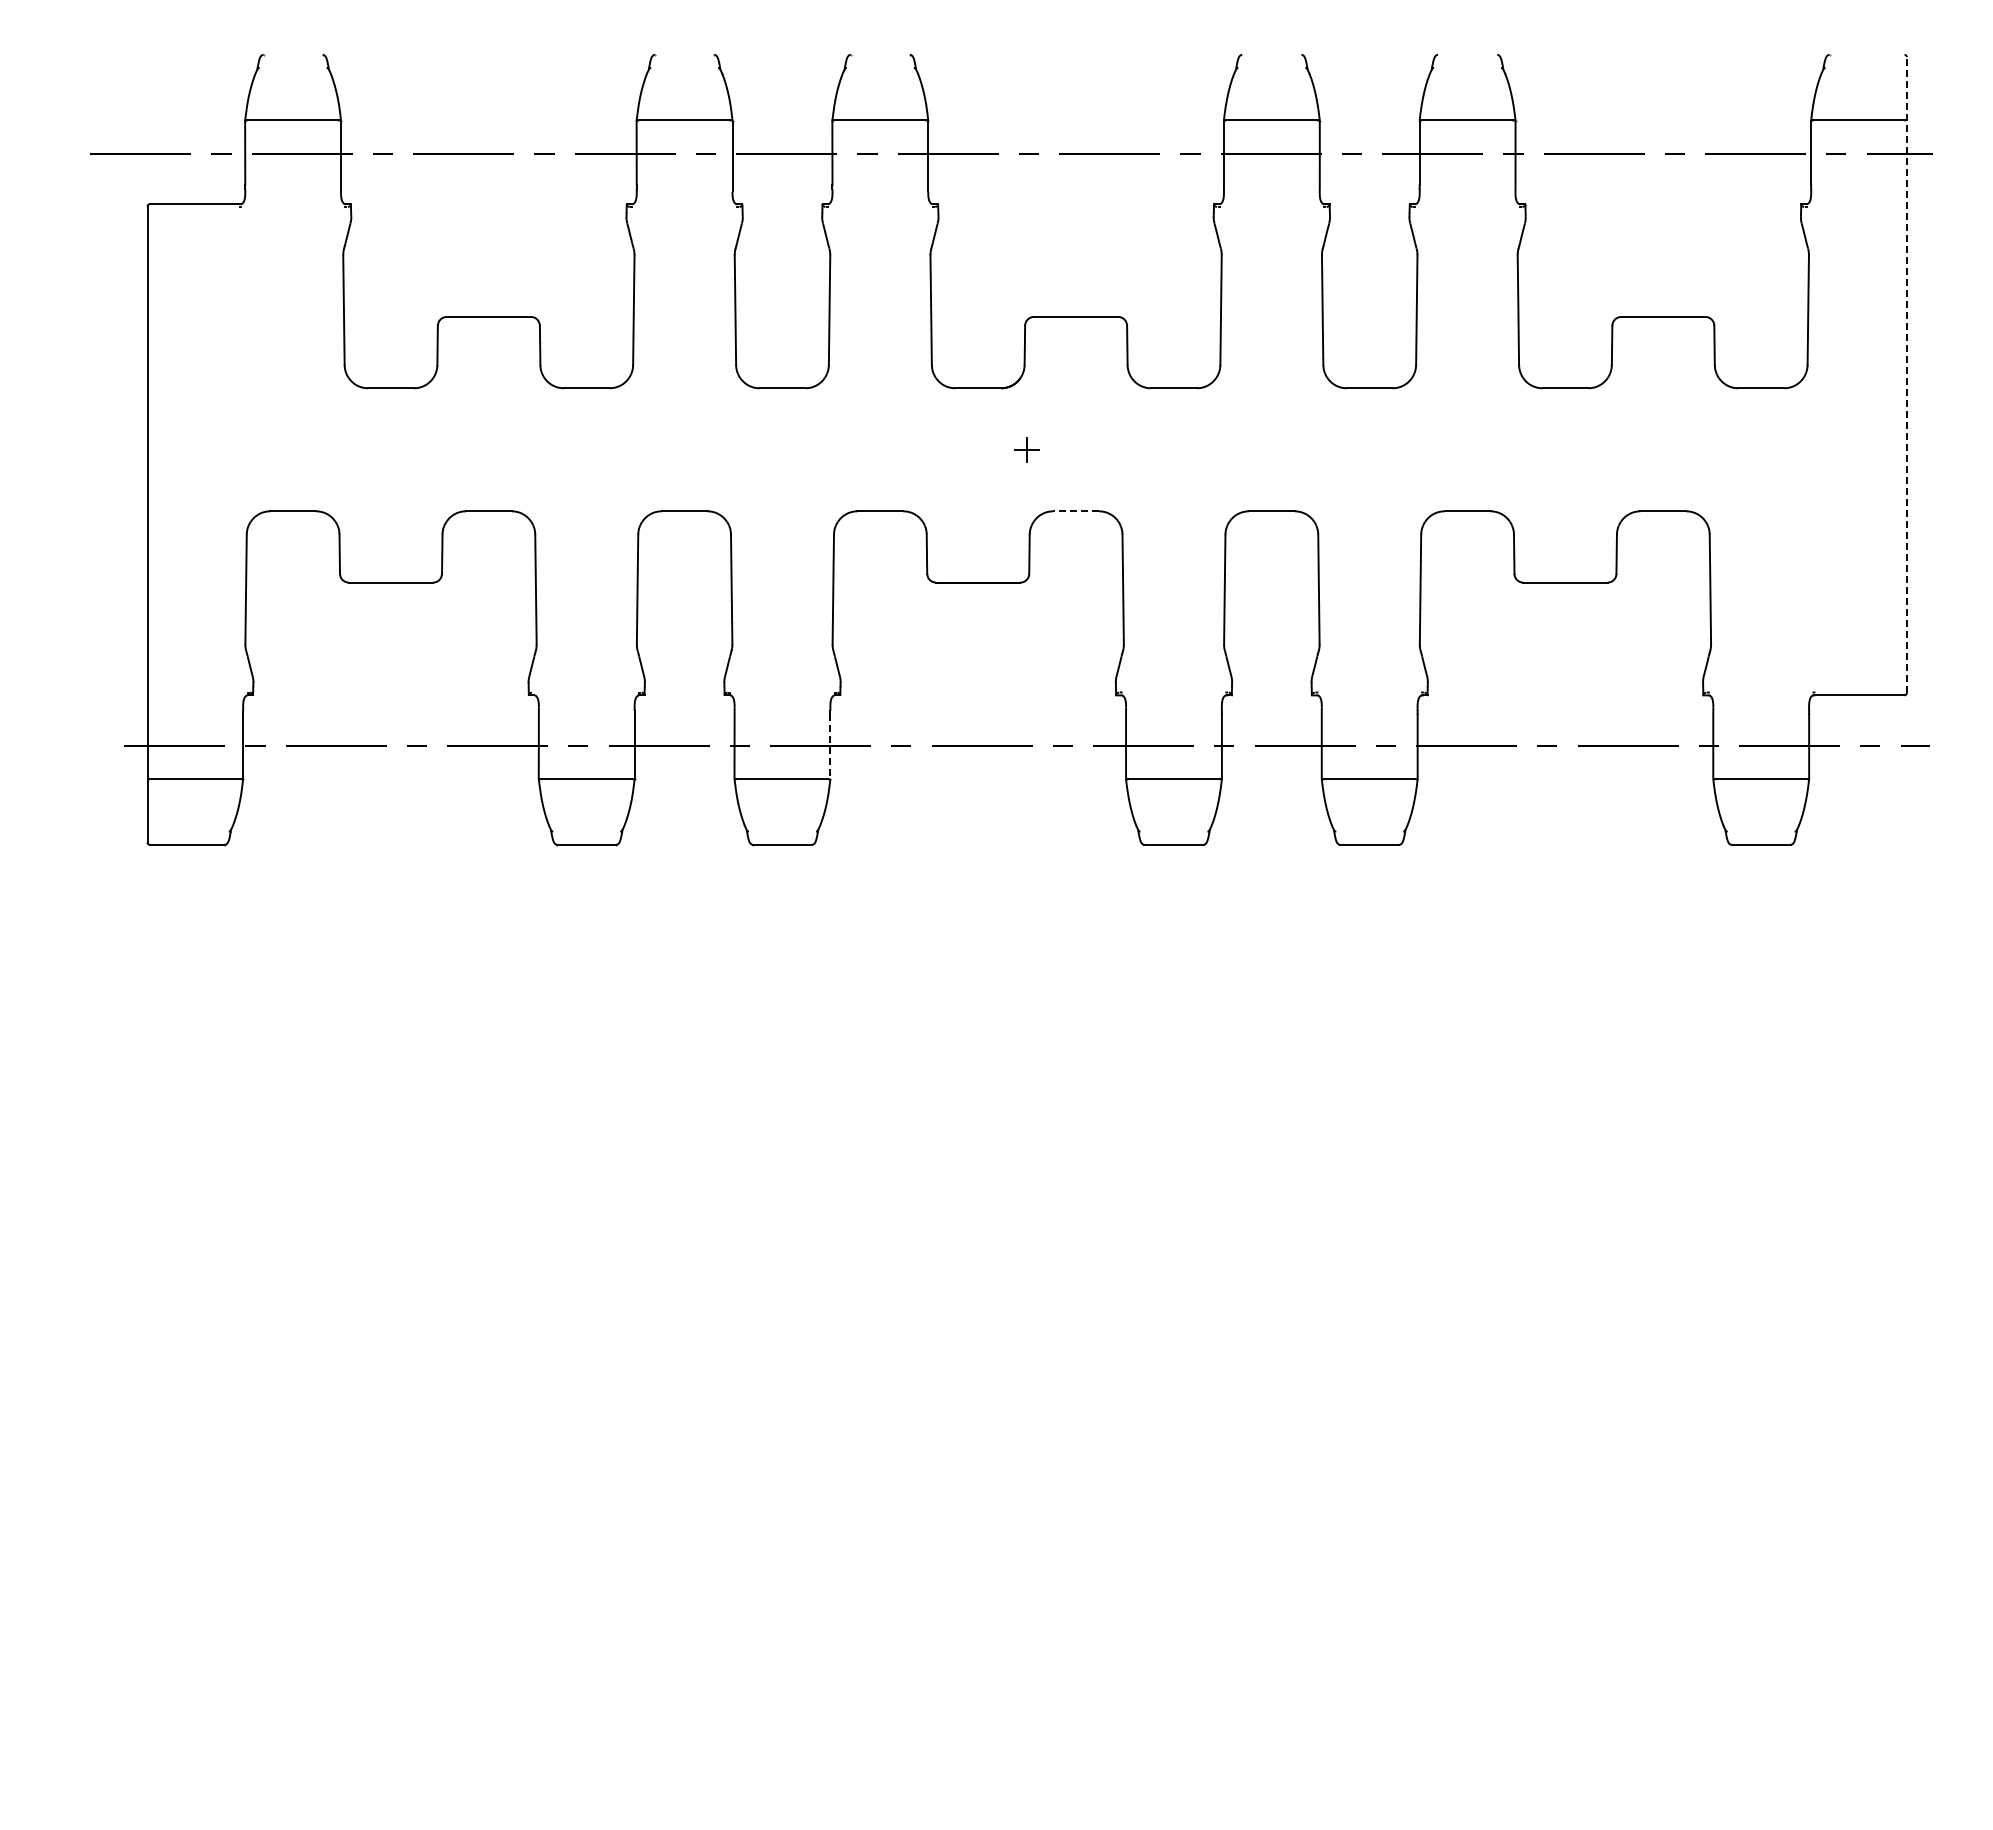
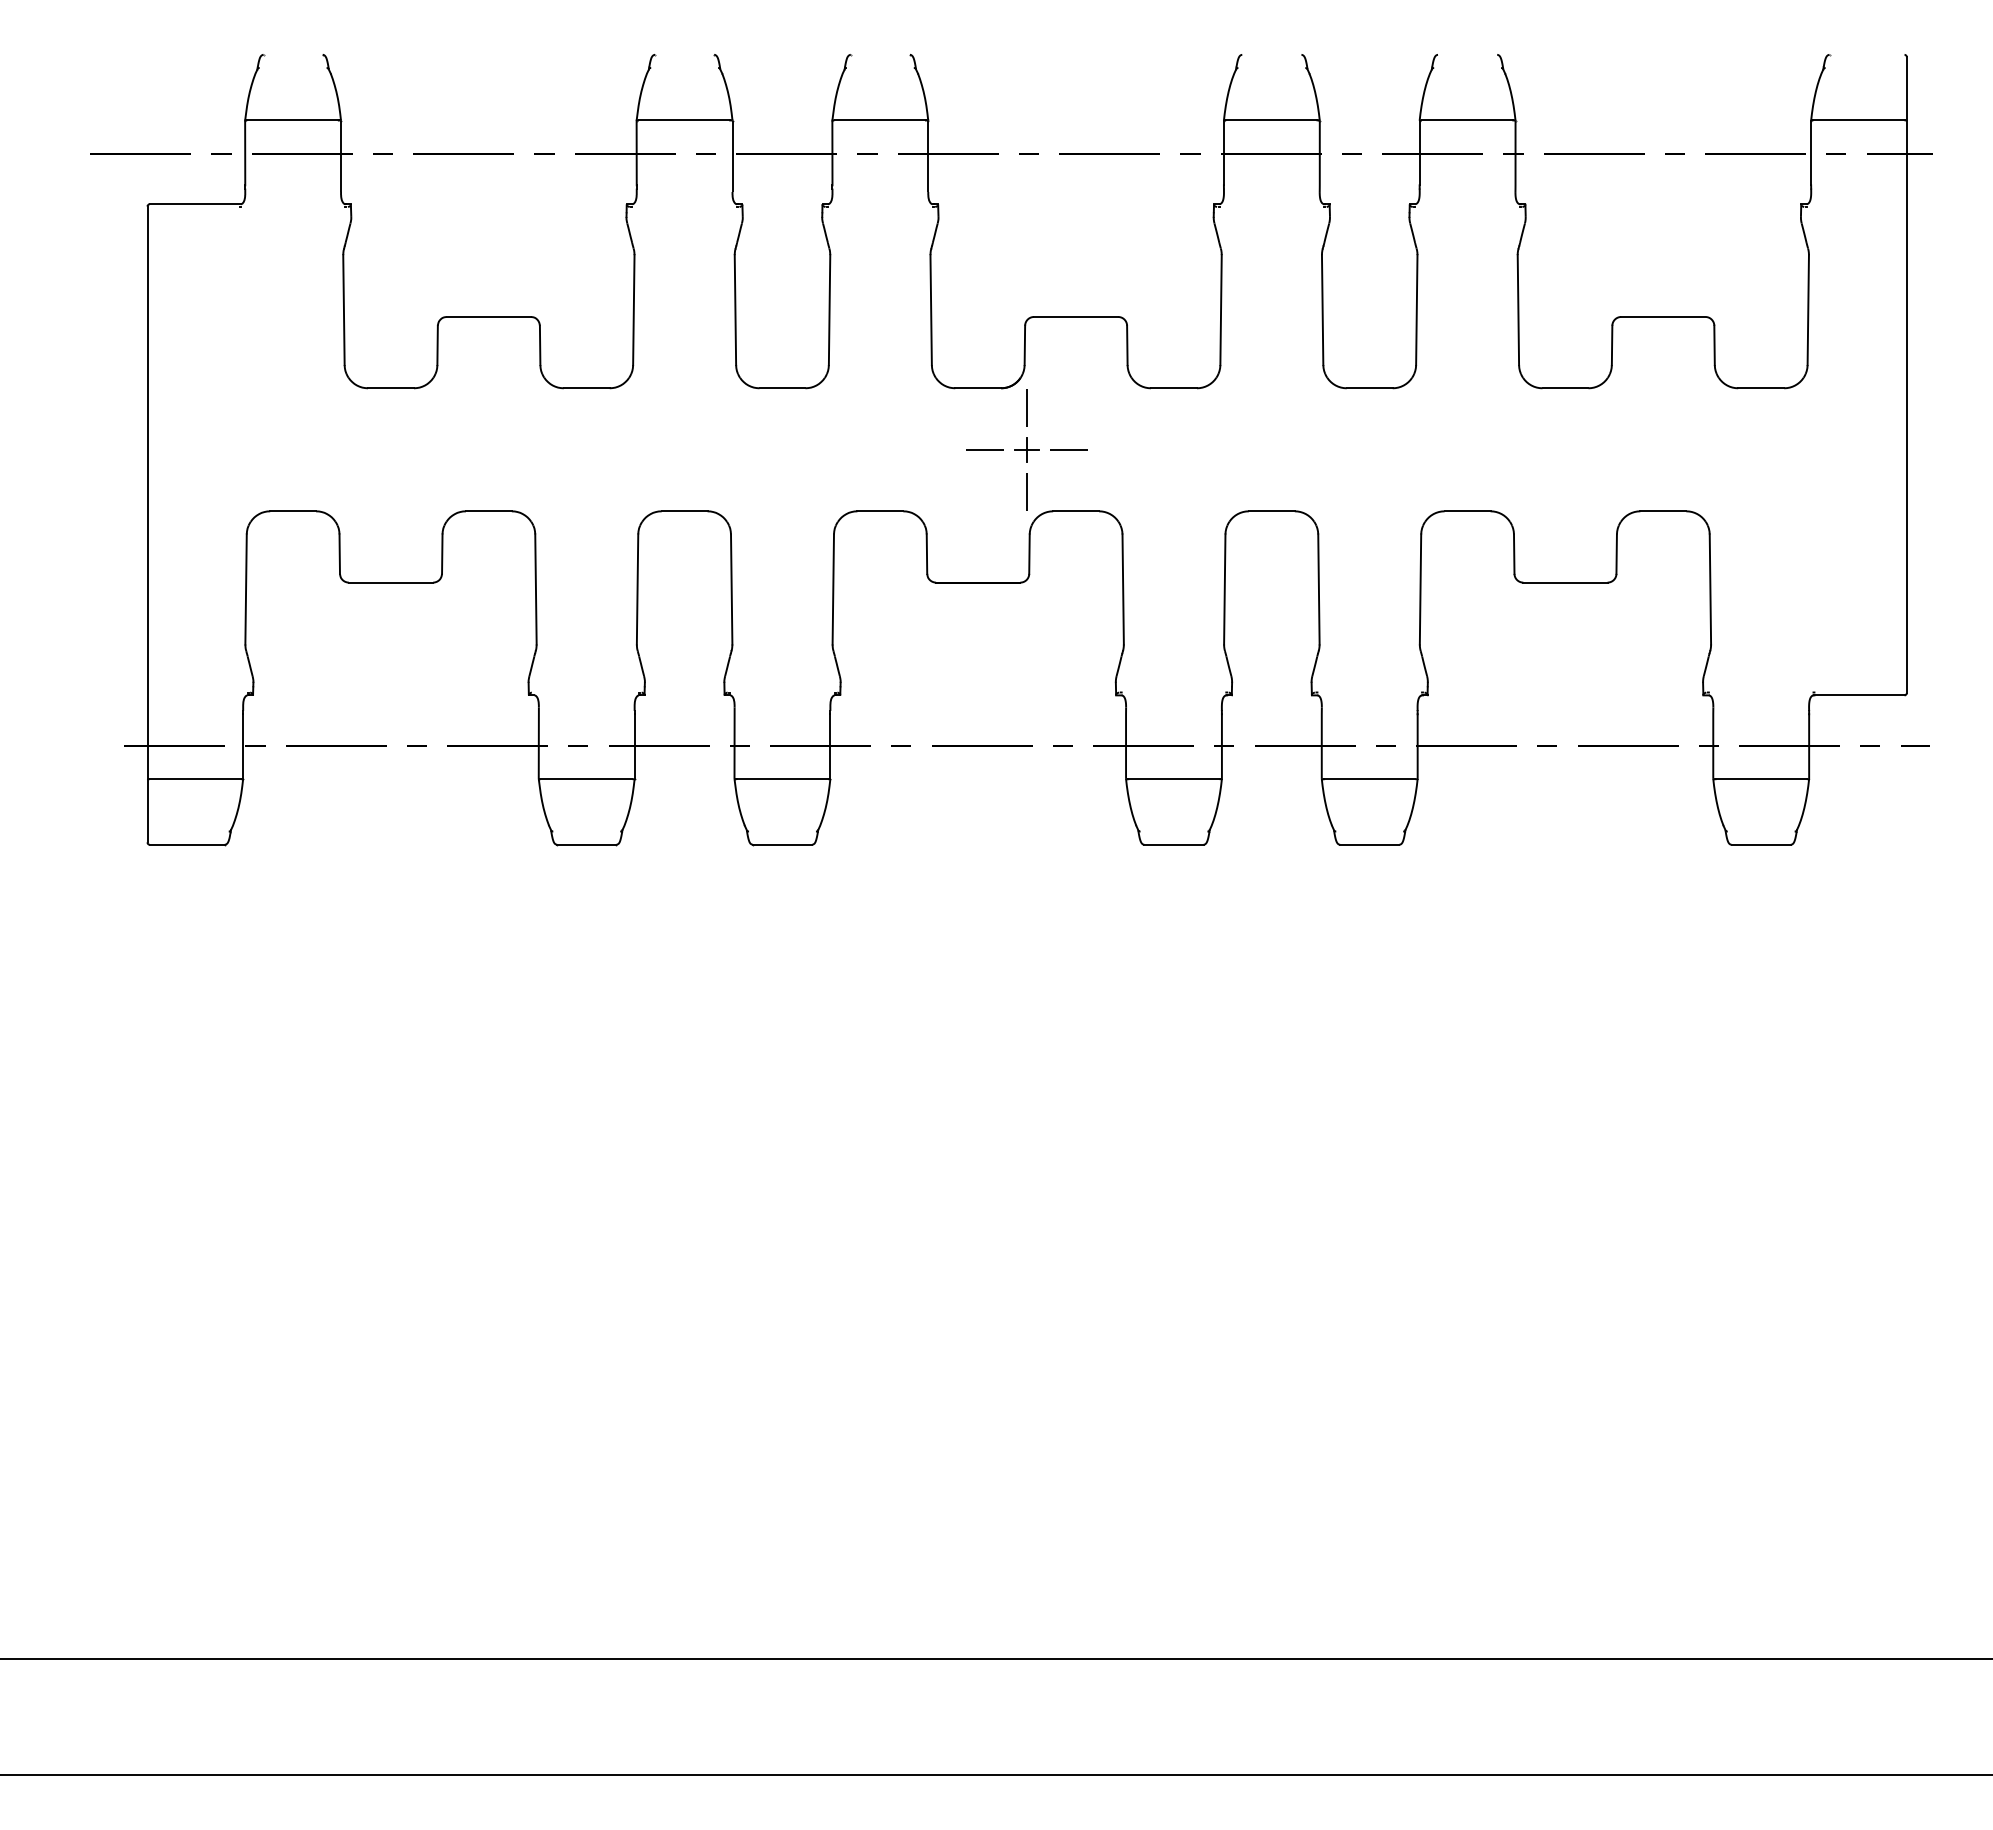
line at (1906, 375): dashed -> solid
line at (1027, 407): none -> present
line at (984, 449): none -> present
line at (1069, 449): none -> present
line at (1027, 491): none -> present
line at (1076, 511): dashed -> solid
line at (830, 747): dashed -> solid
line at (995, 1658): none -> present
line at (995, 1775): none -> present
